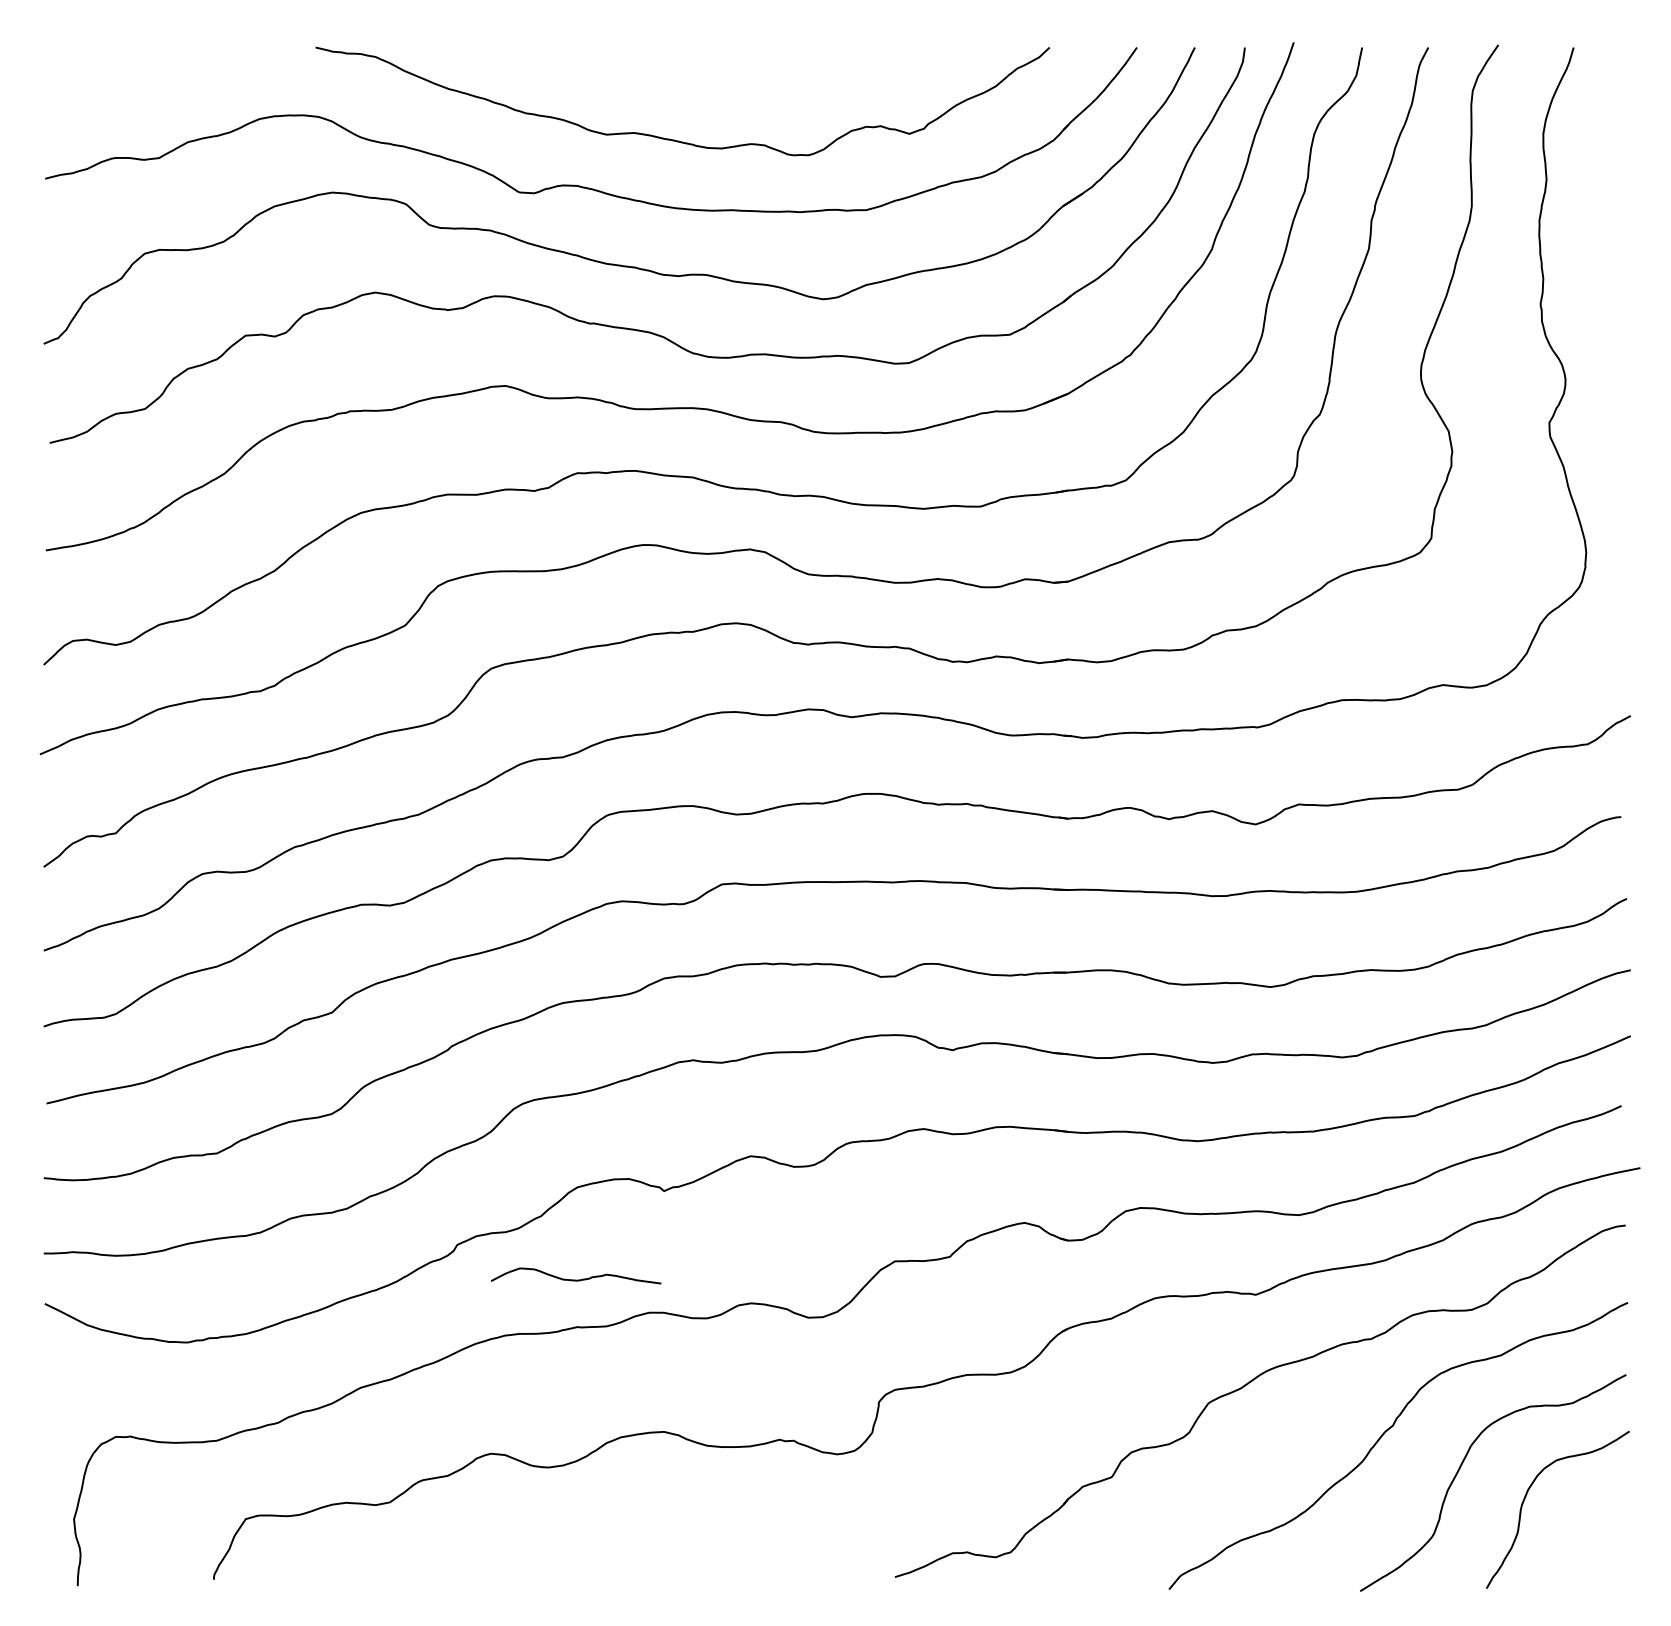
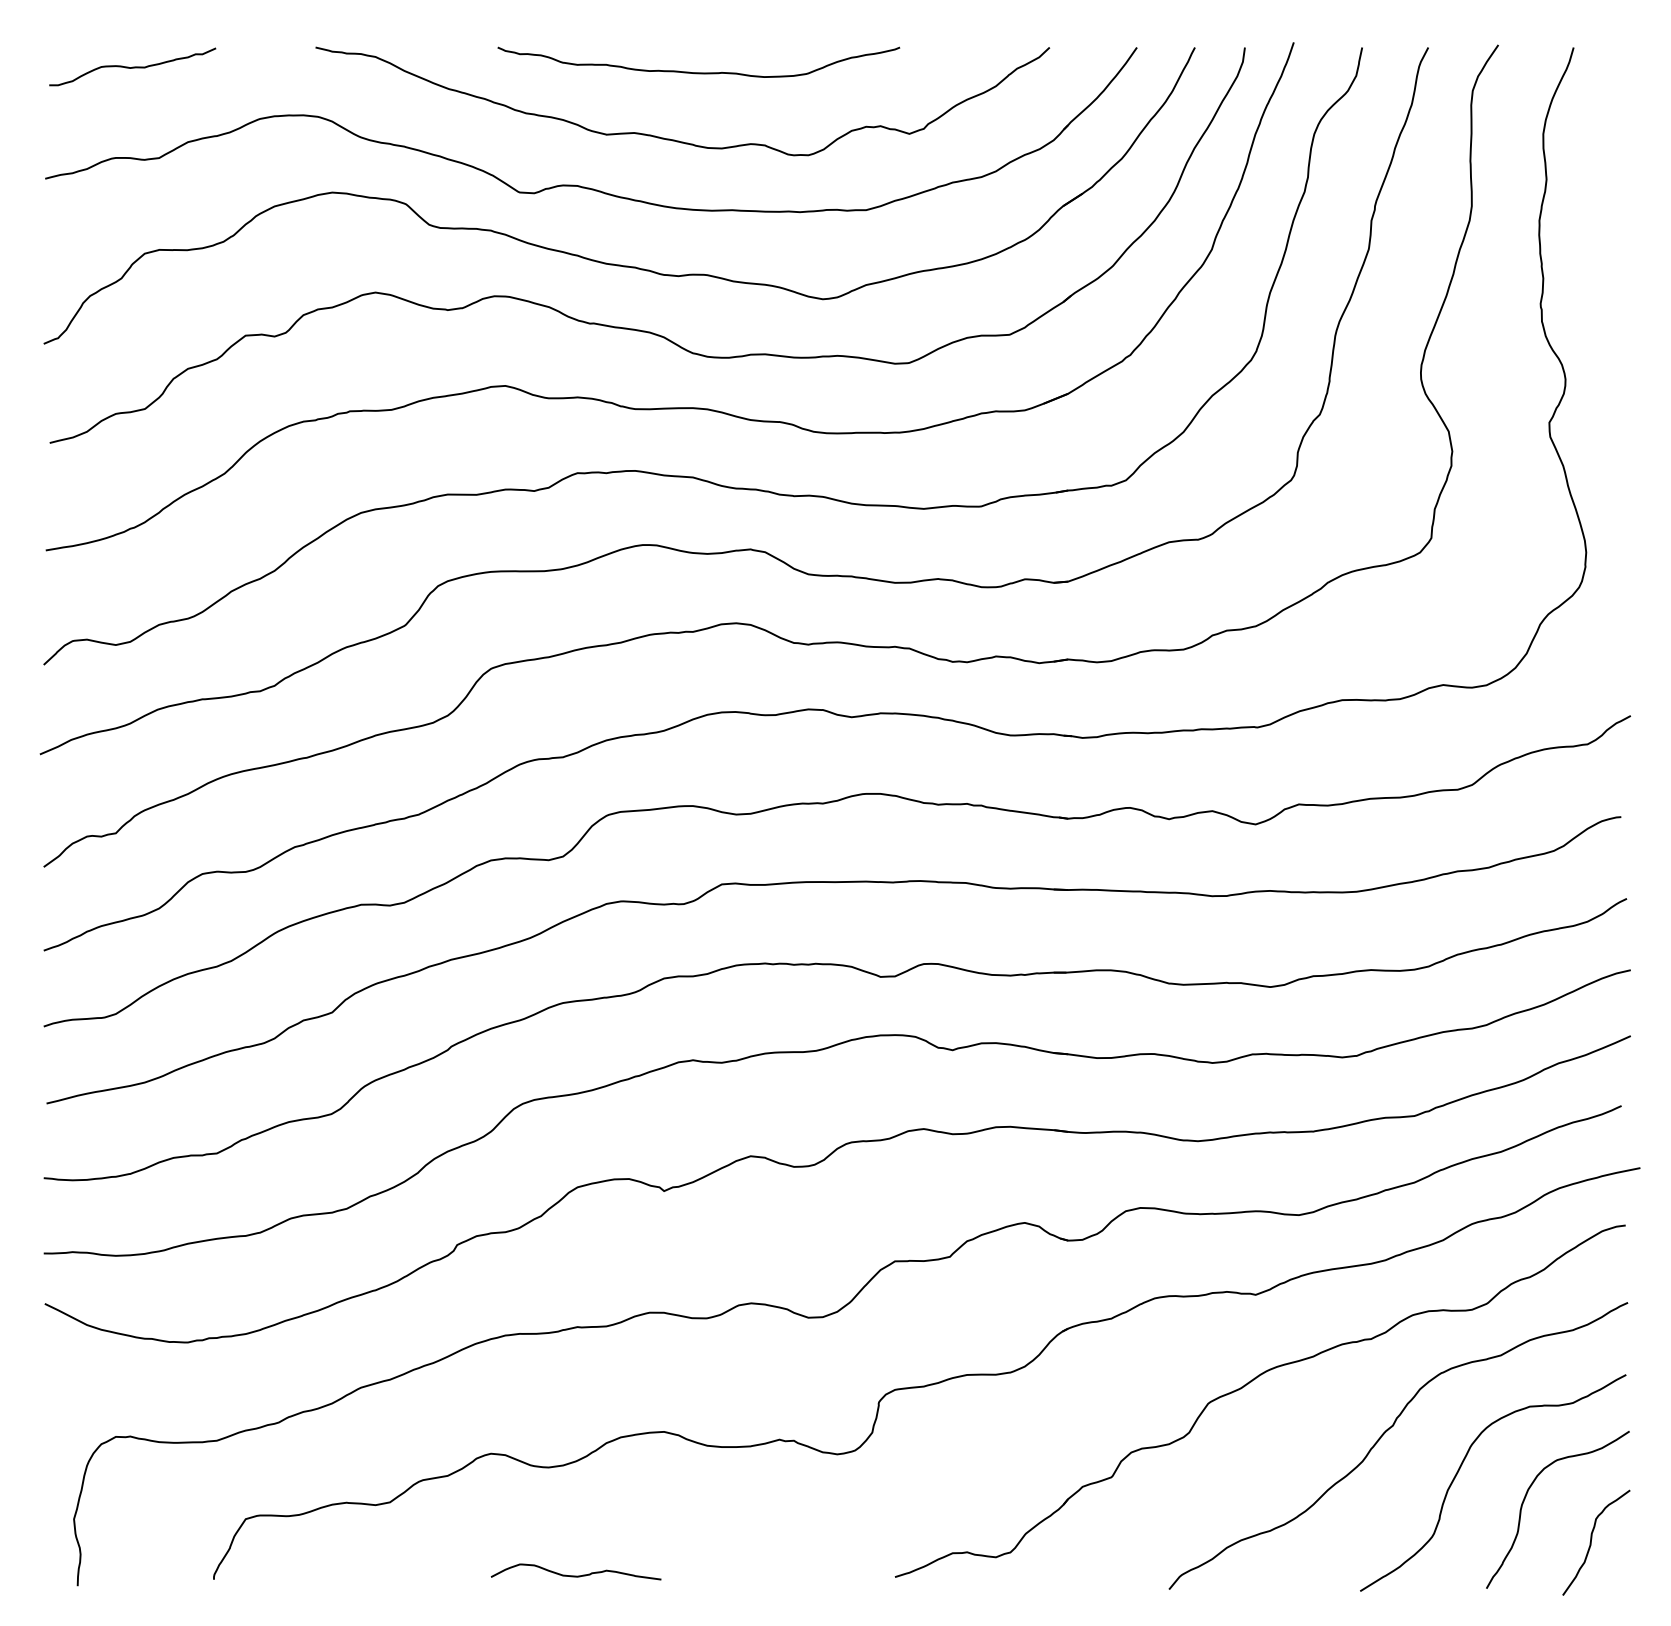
curve at (132, 66): none -> present
curve at (698, 72): none -> present
curve at (575, 1279) position: (575, 1279) -> (575, 1575)
curve at (1591, 1542): none -> present
